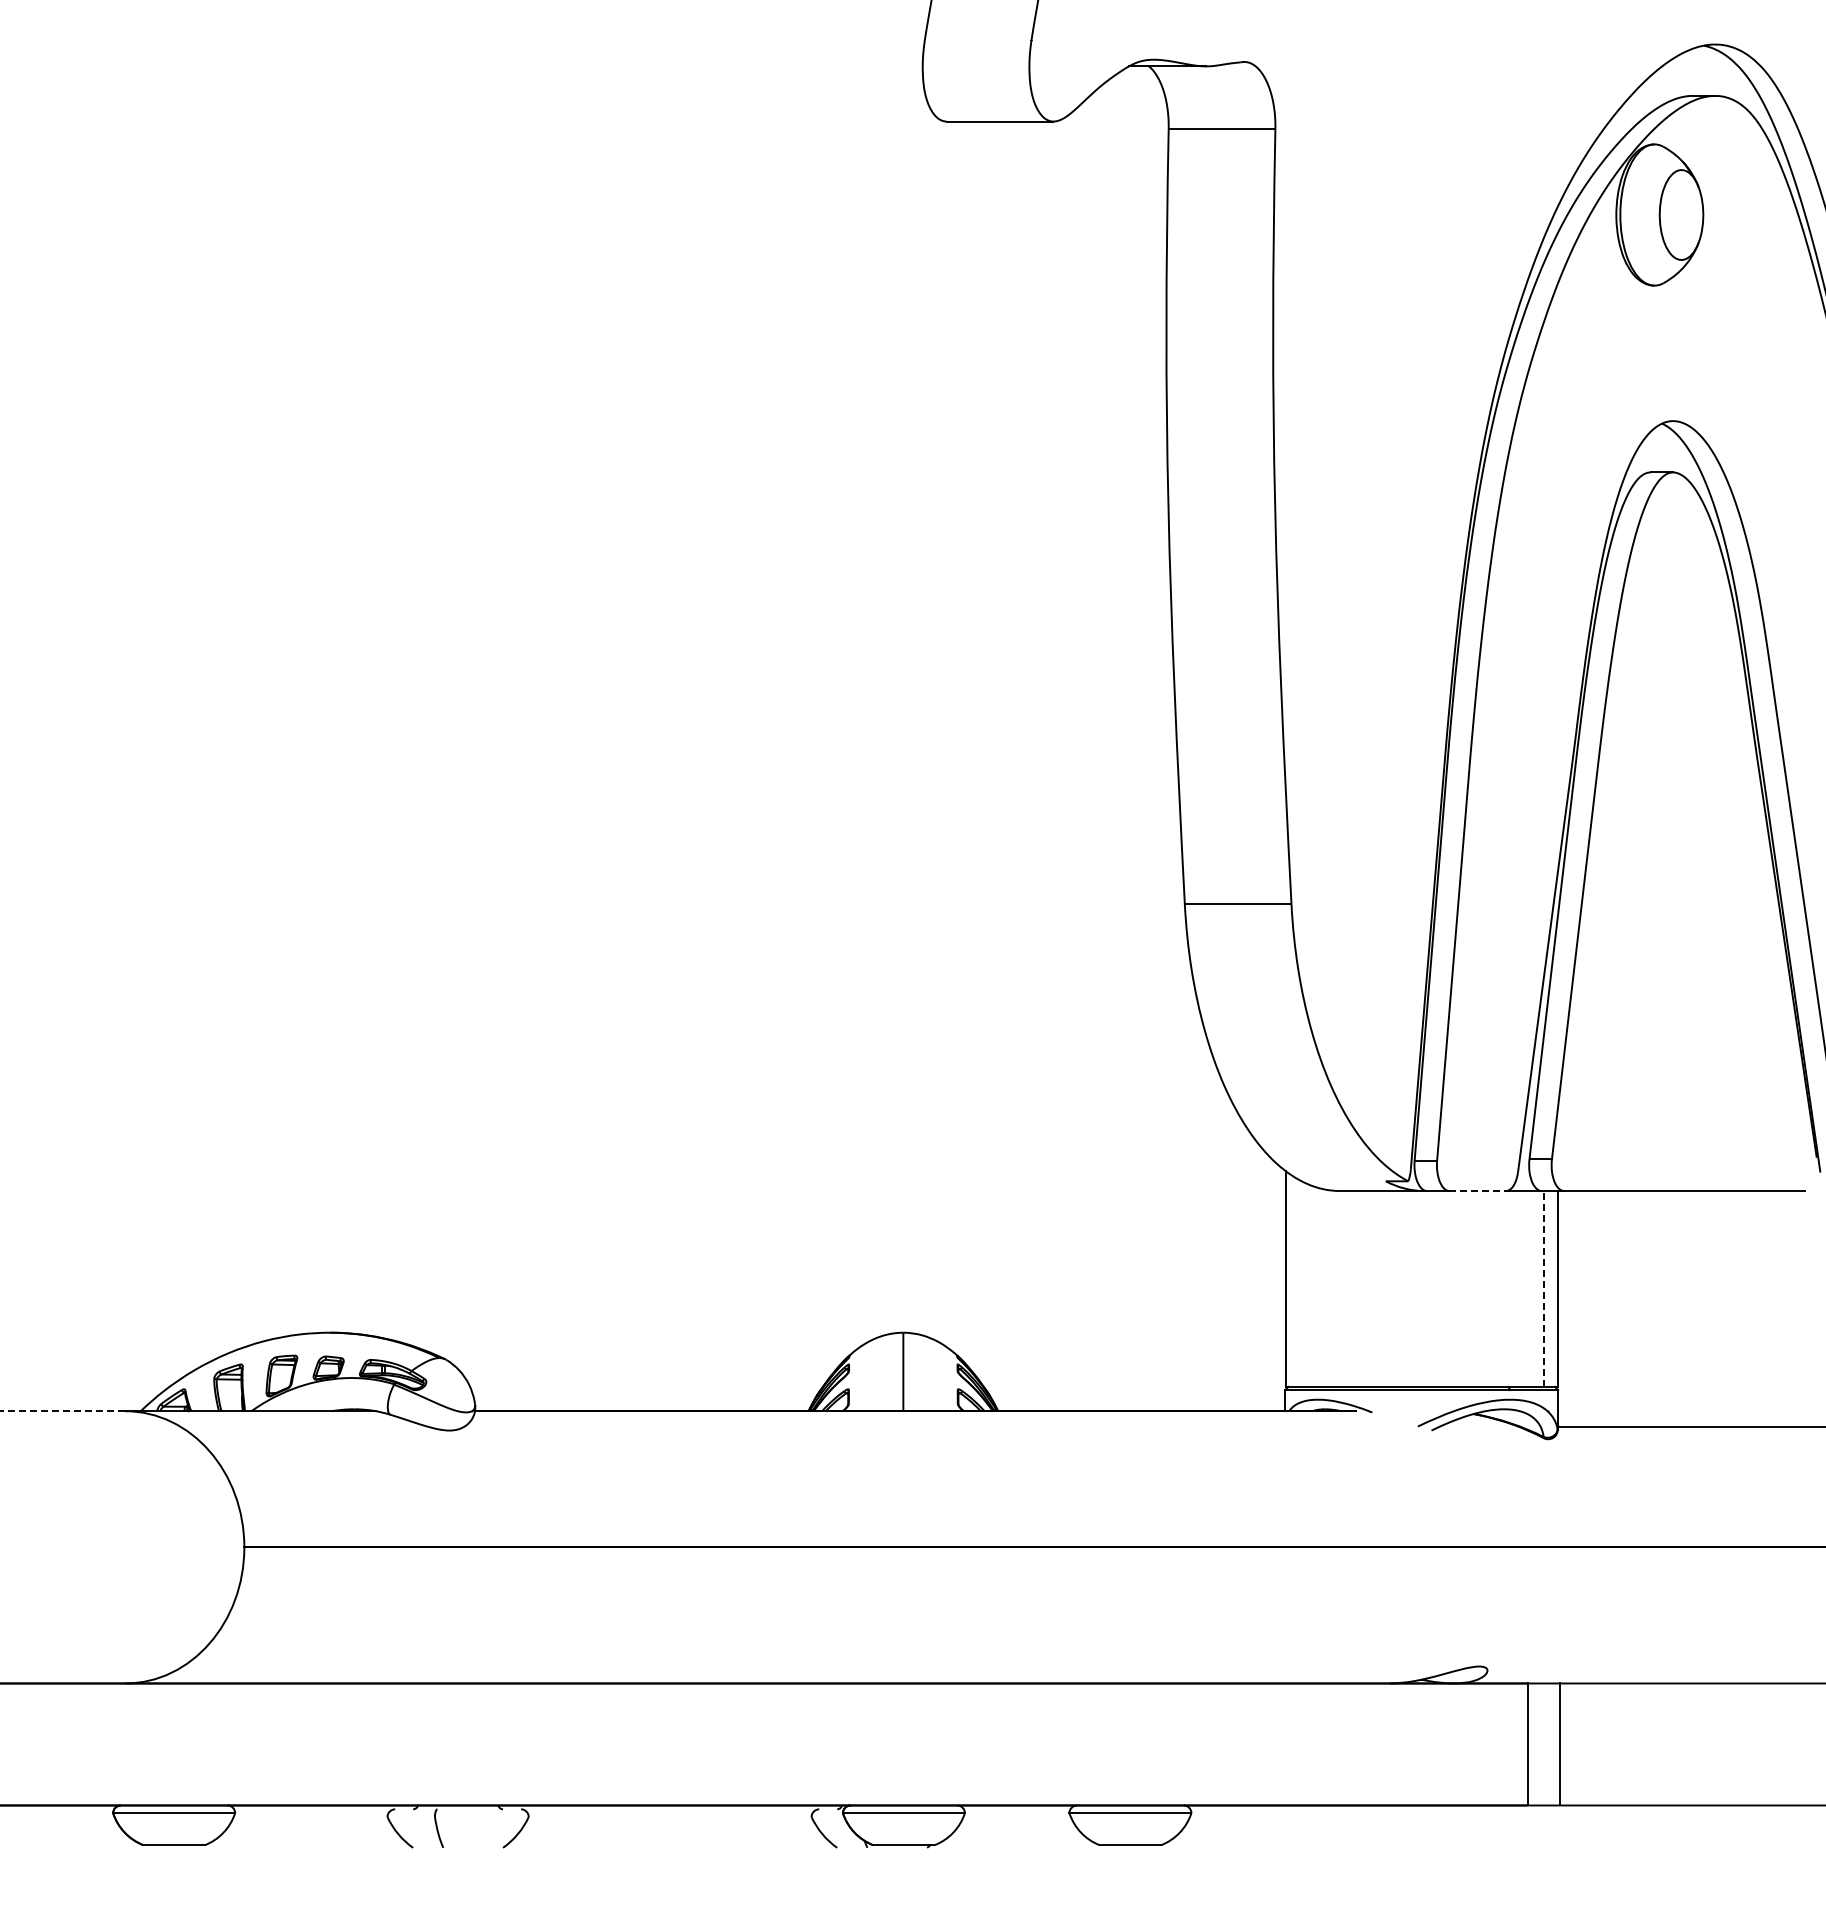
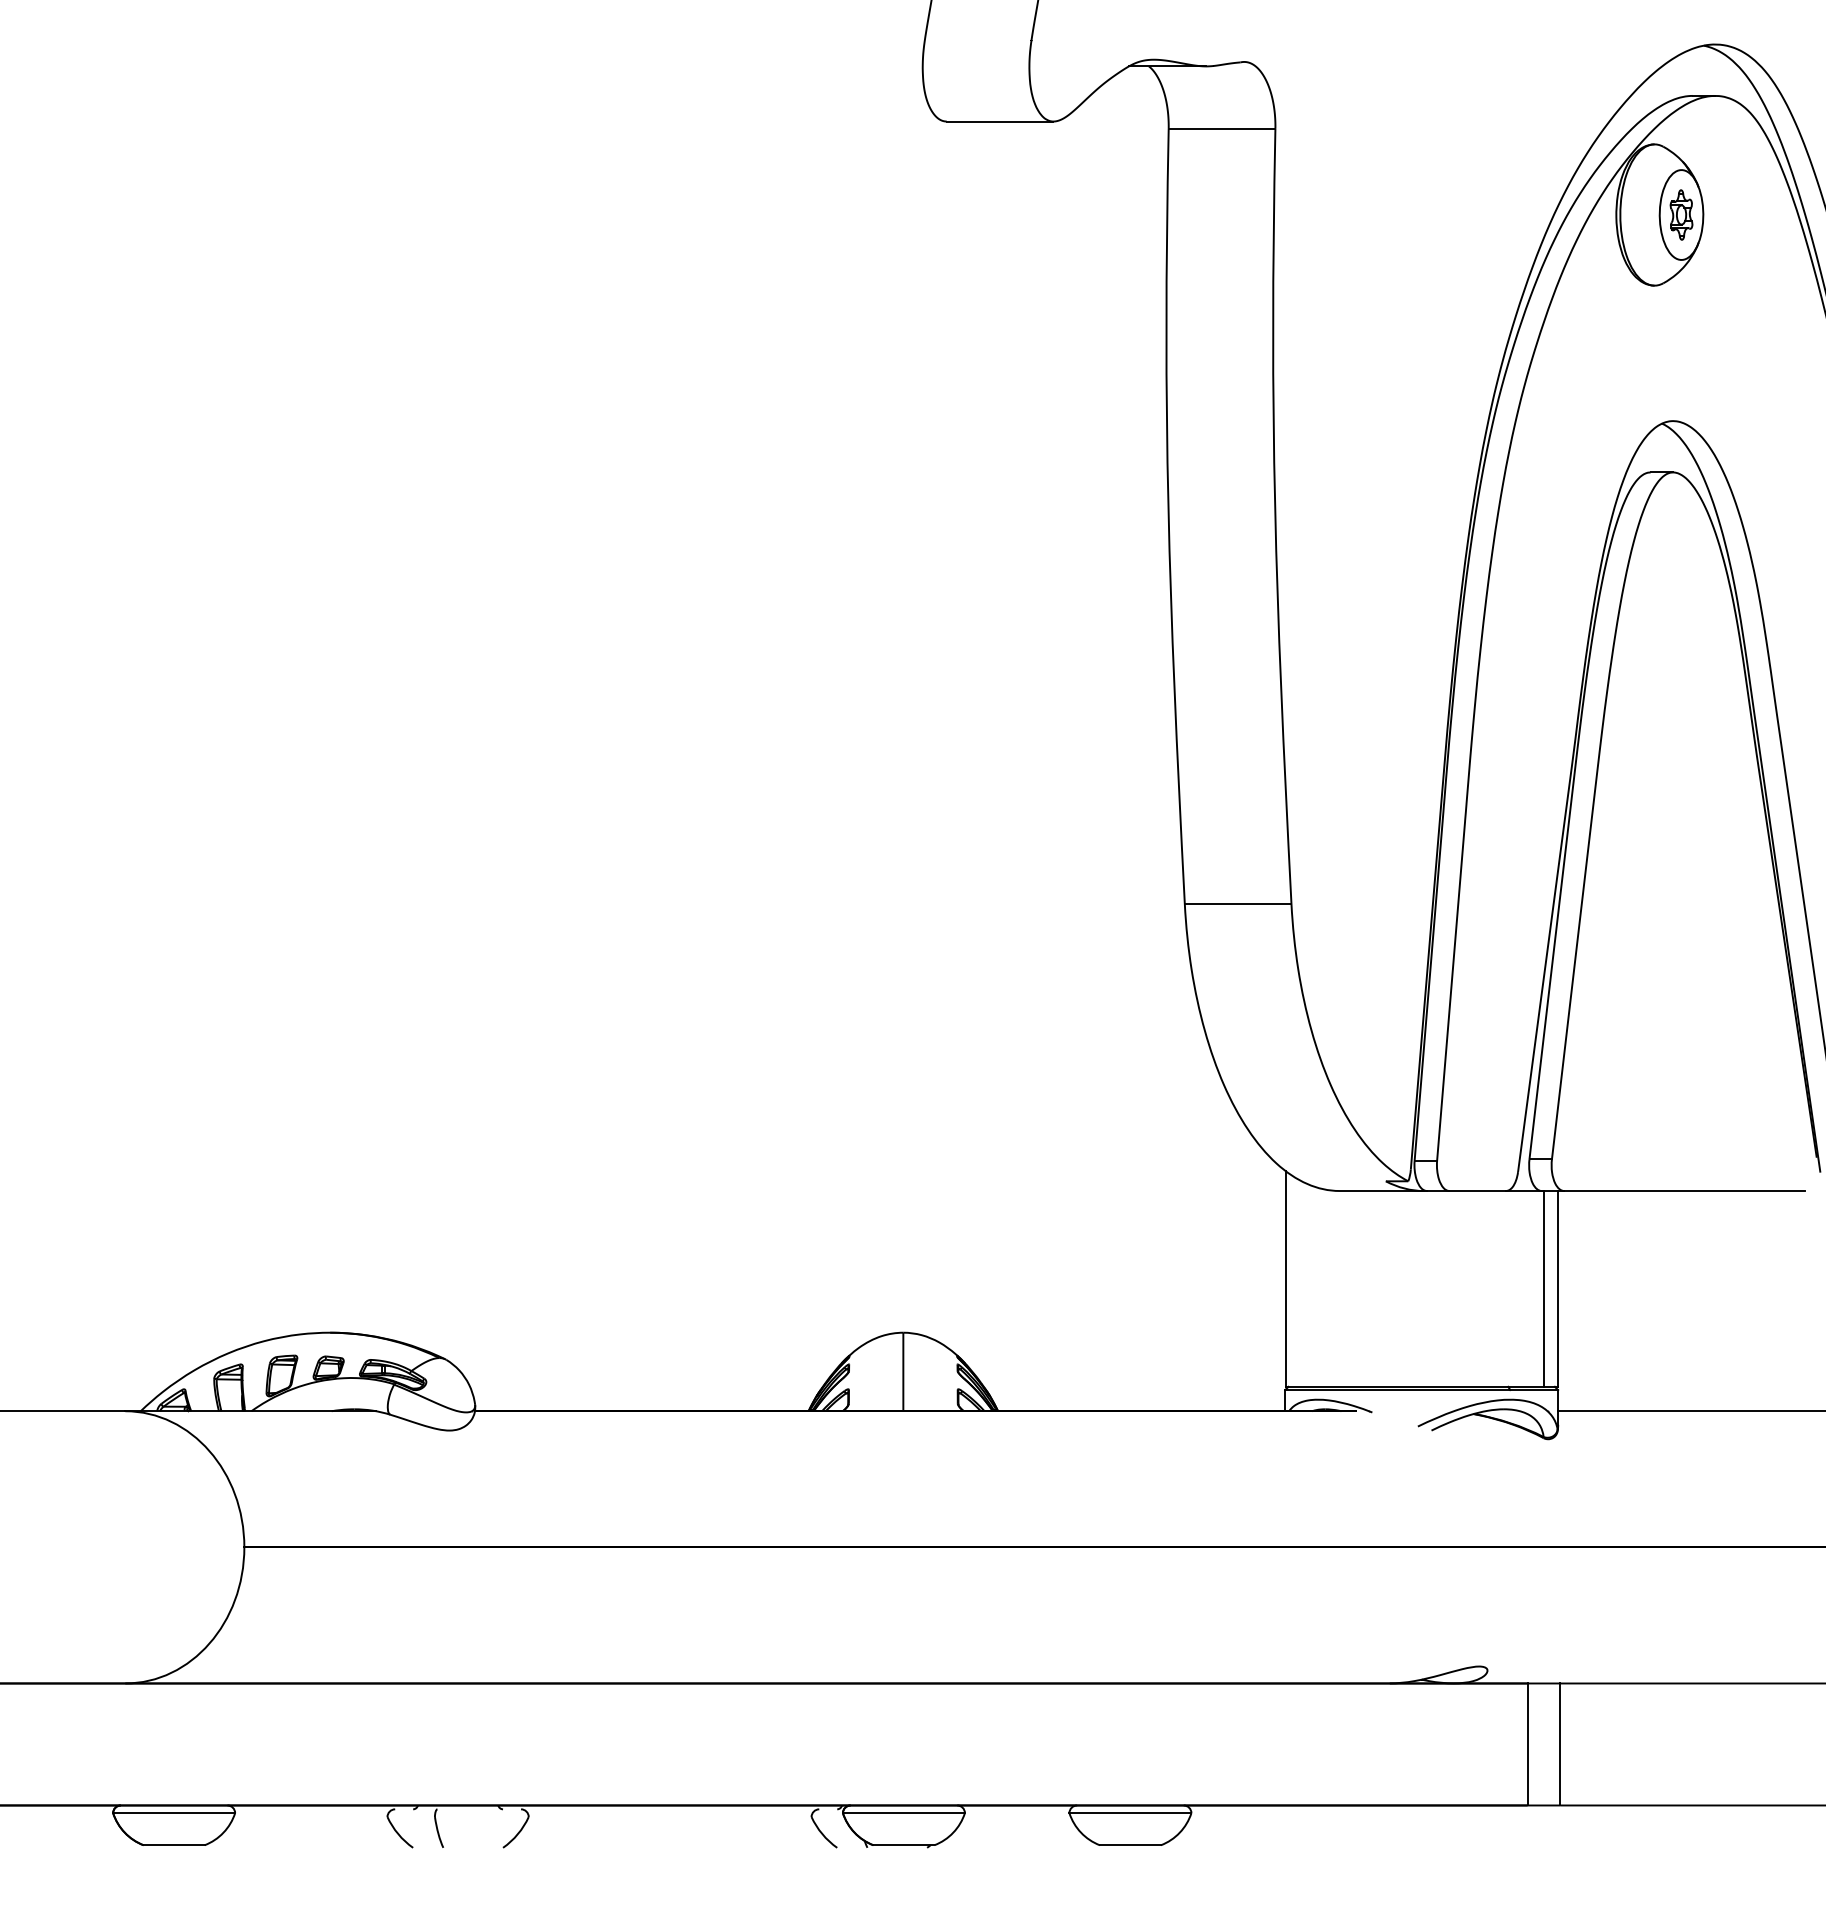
part at (1681, 214): none -> present
line at (1478, 1191): dashed -> solid
line at (1543, 1288): dashed -> solid
line at (62, 1411): dashed -> solid
line at (1690, 1427) position: (1690, 1427) -> (1690, 1411)
